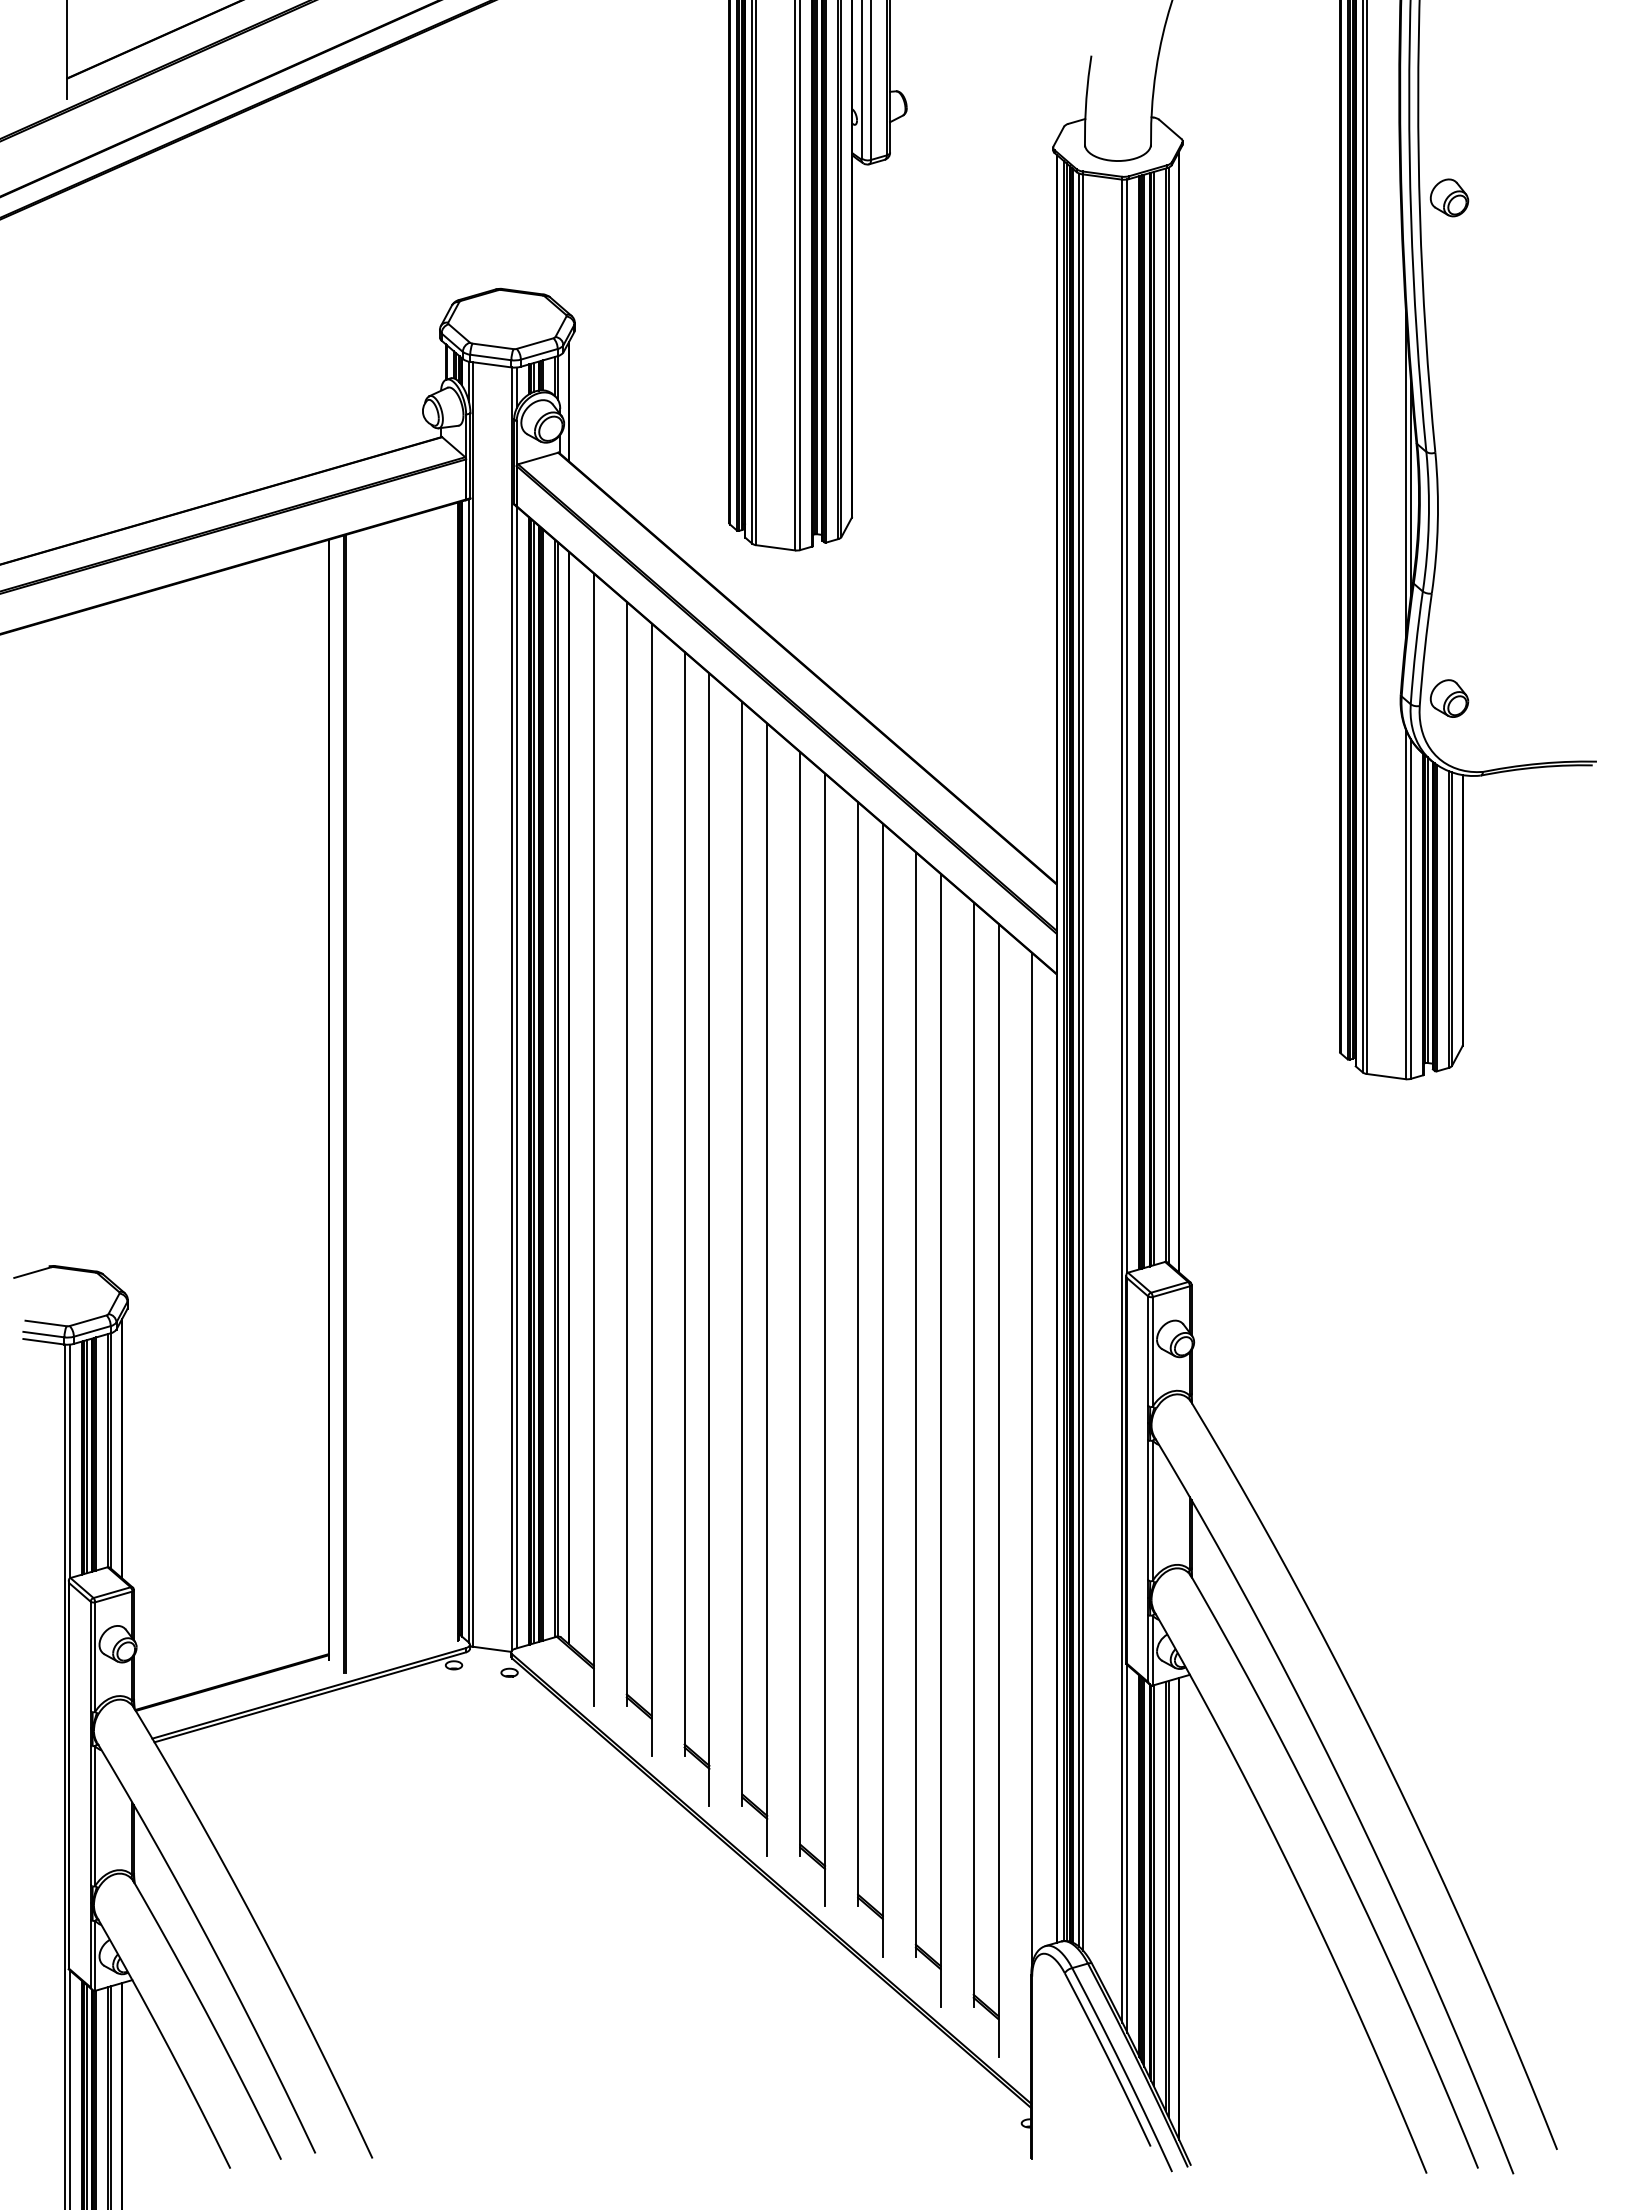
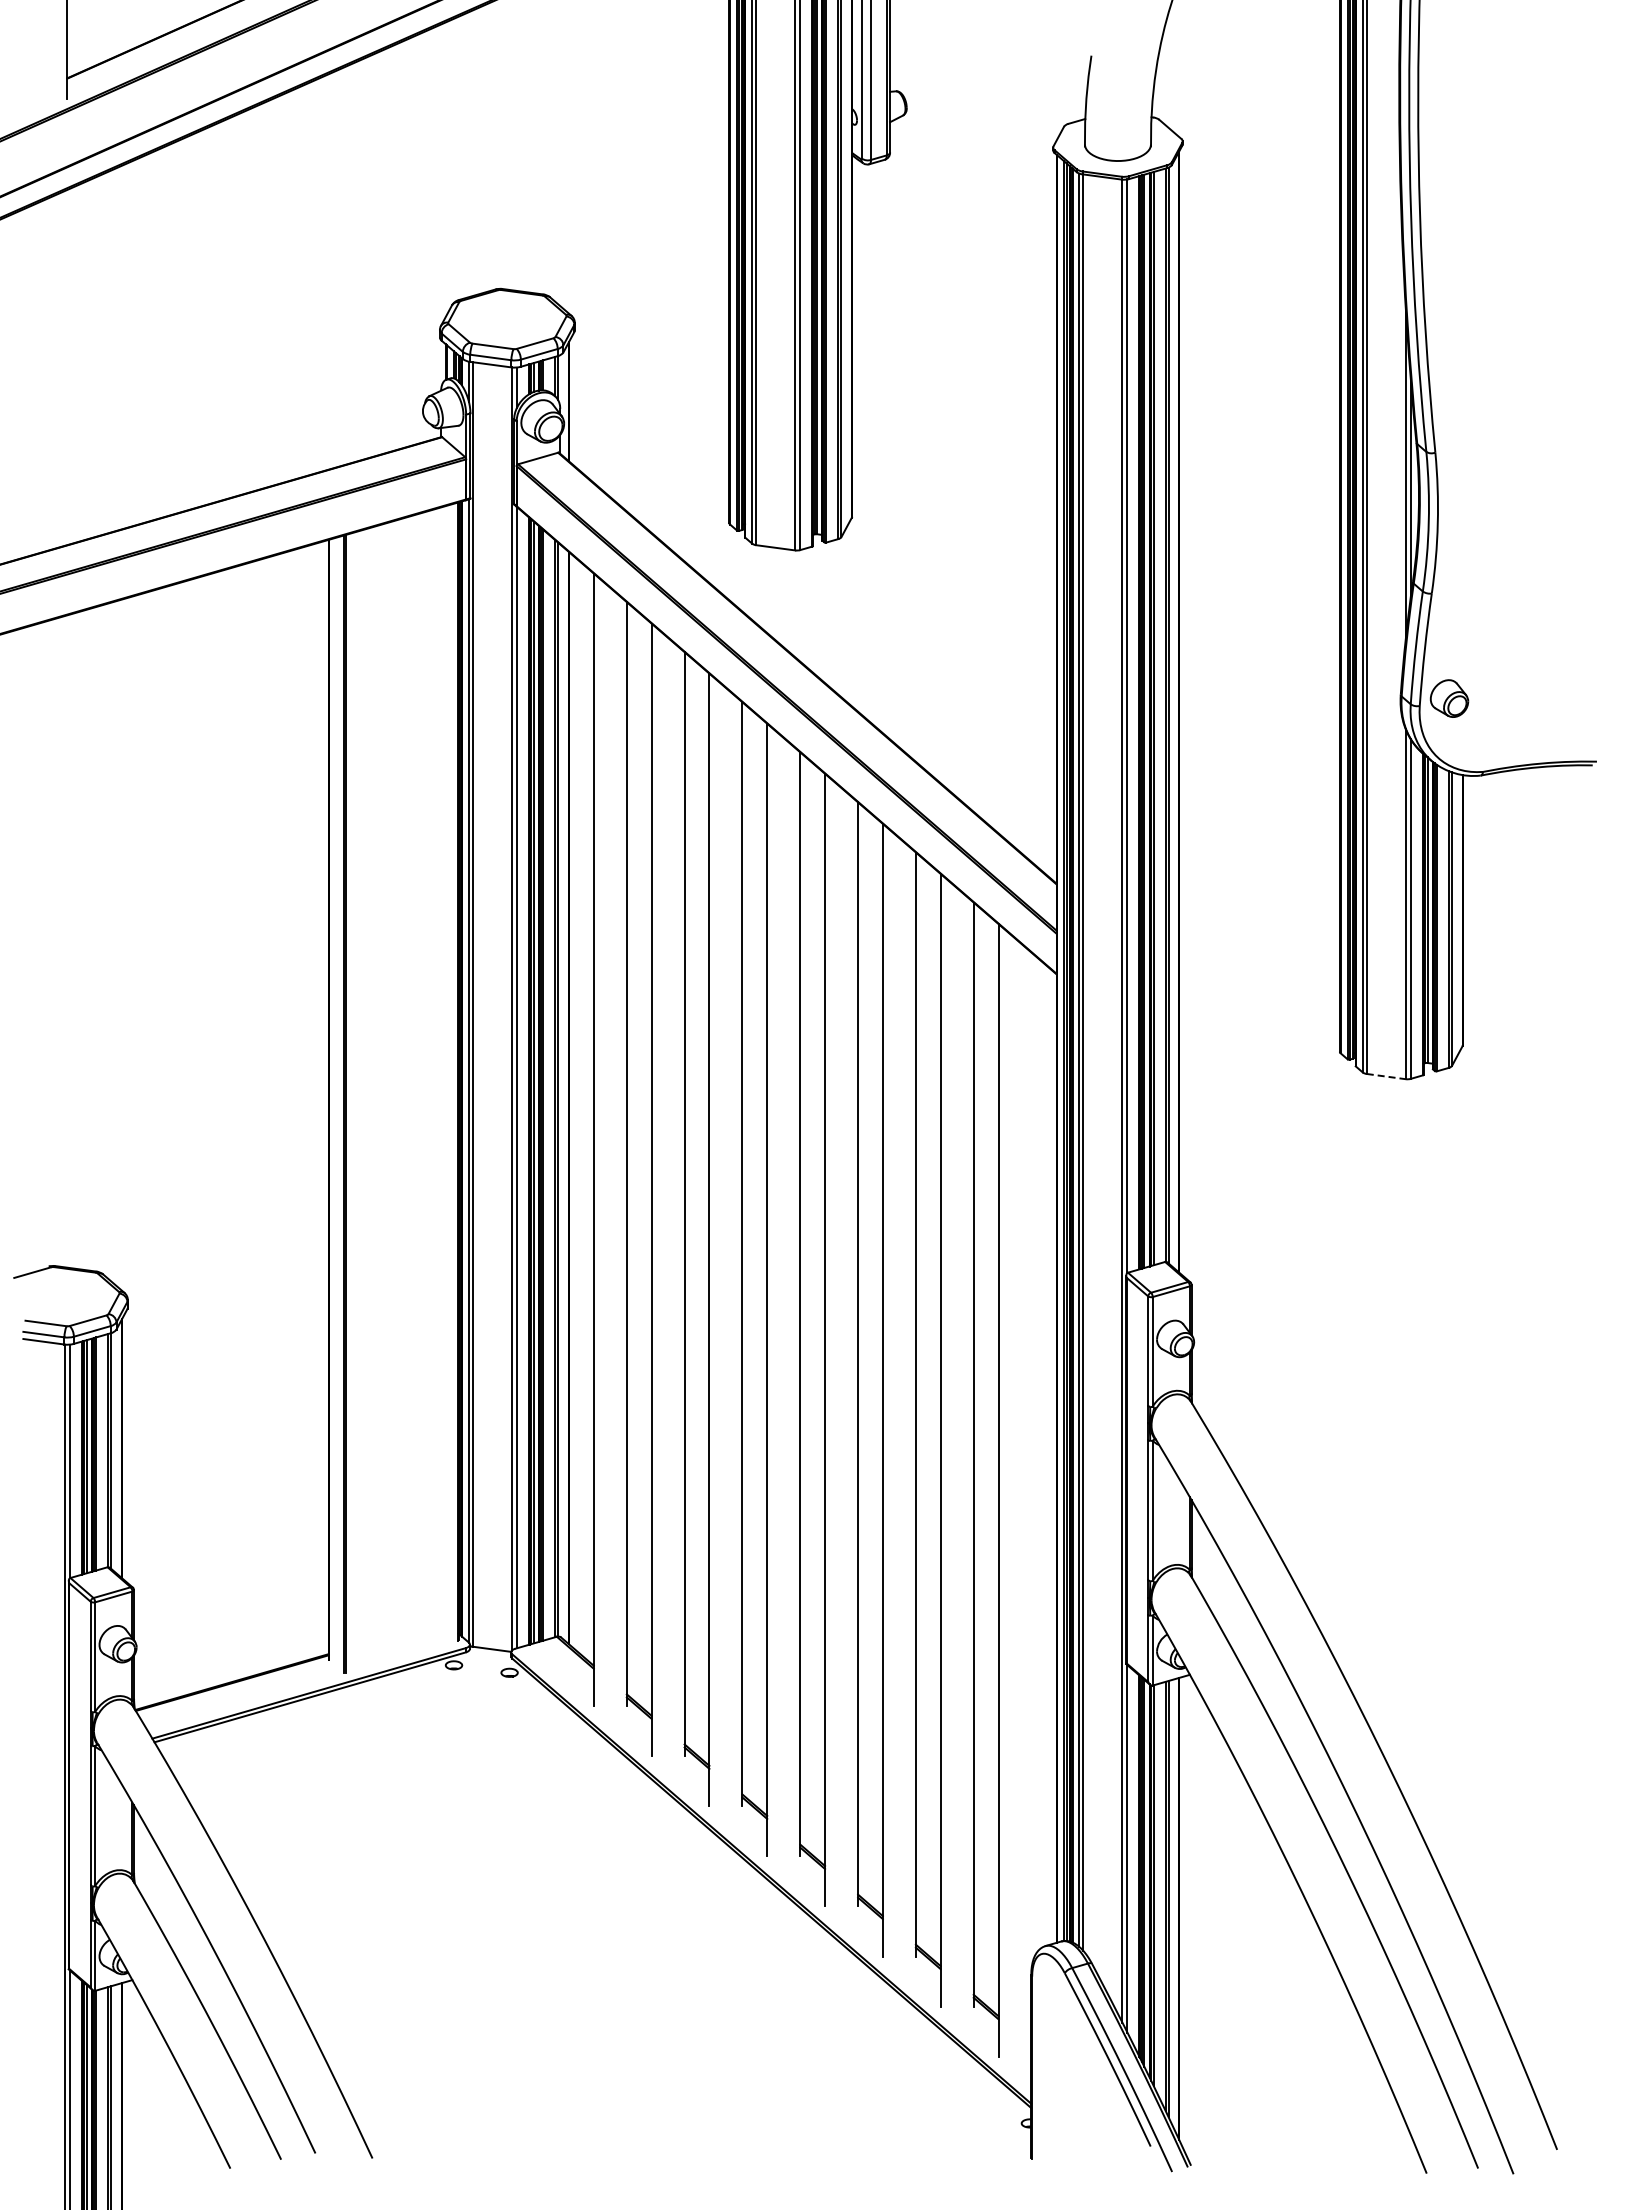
part at (1449, 197): present -> none
line at (1386, 1076): solid -> dashed
line at (1031, 1460): present -> none
